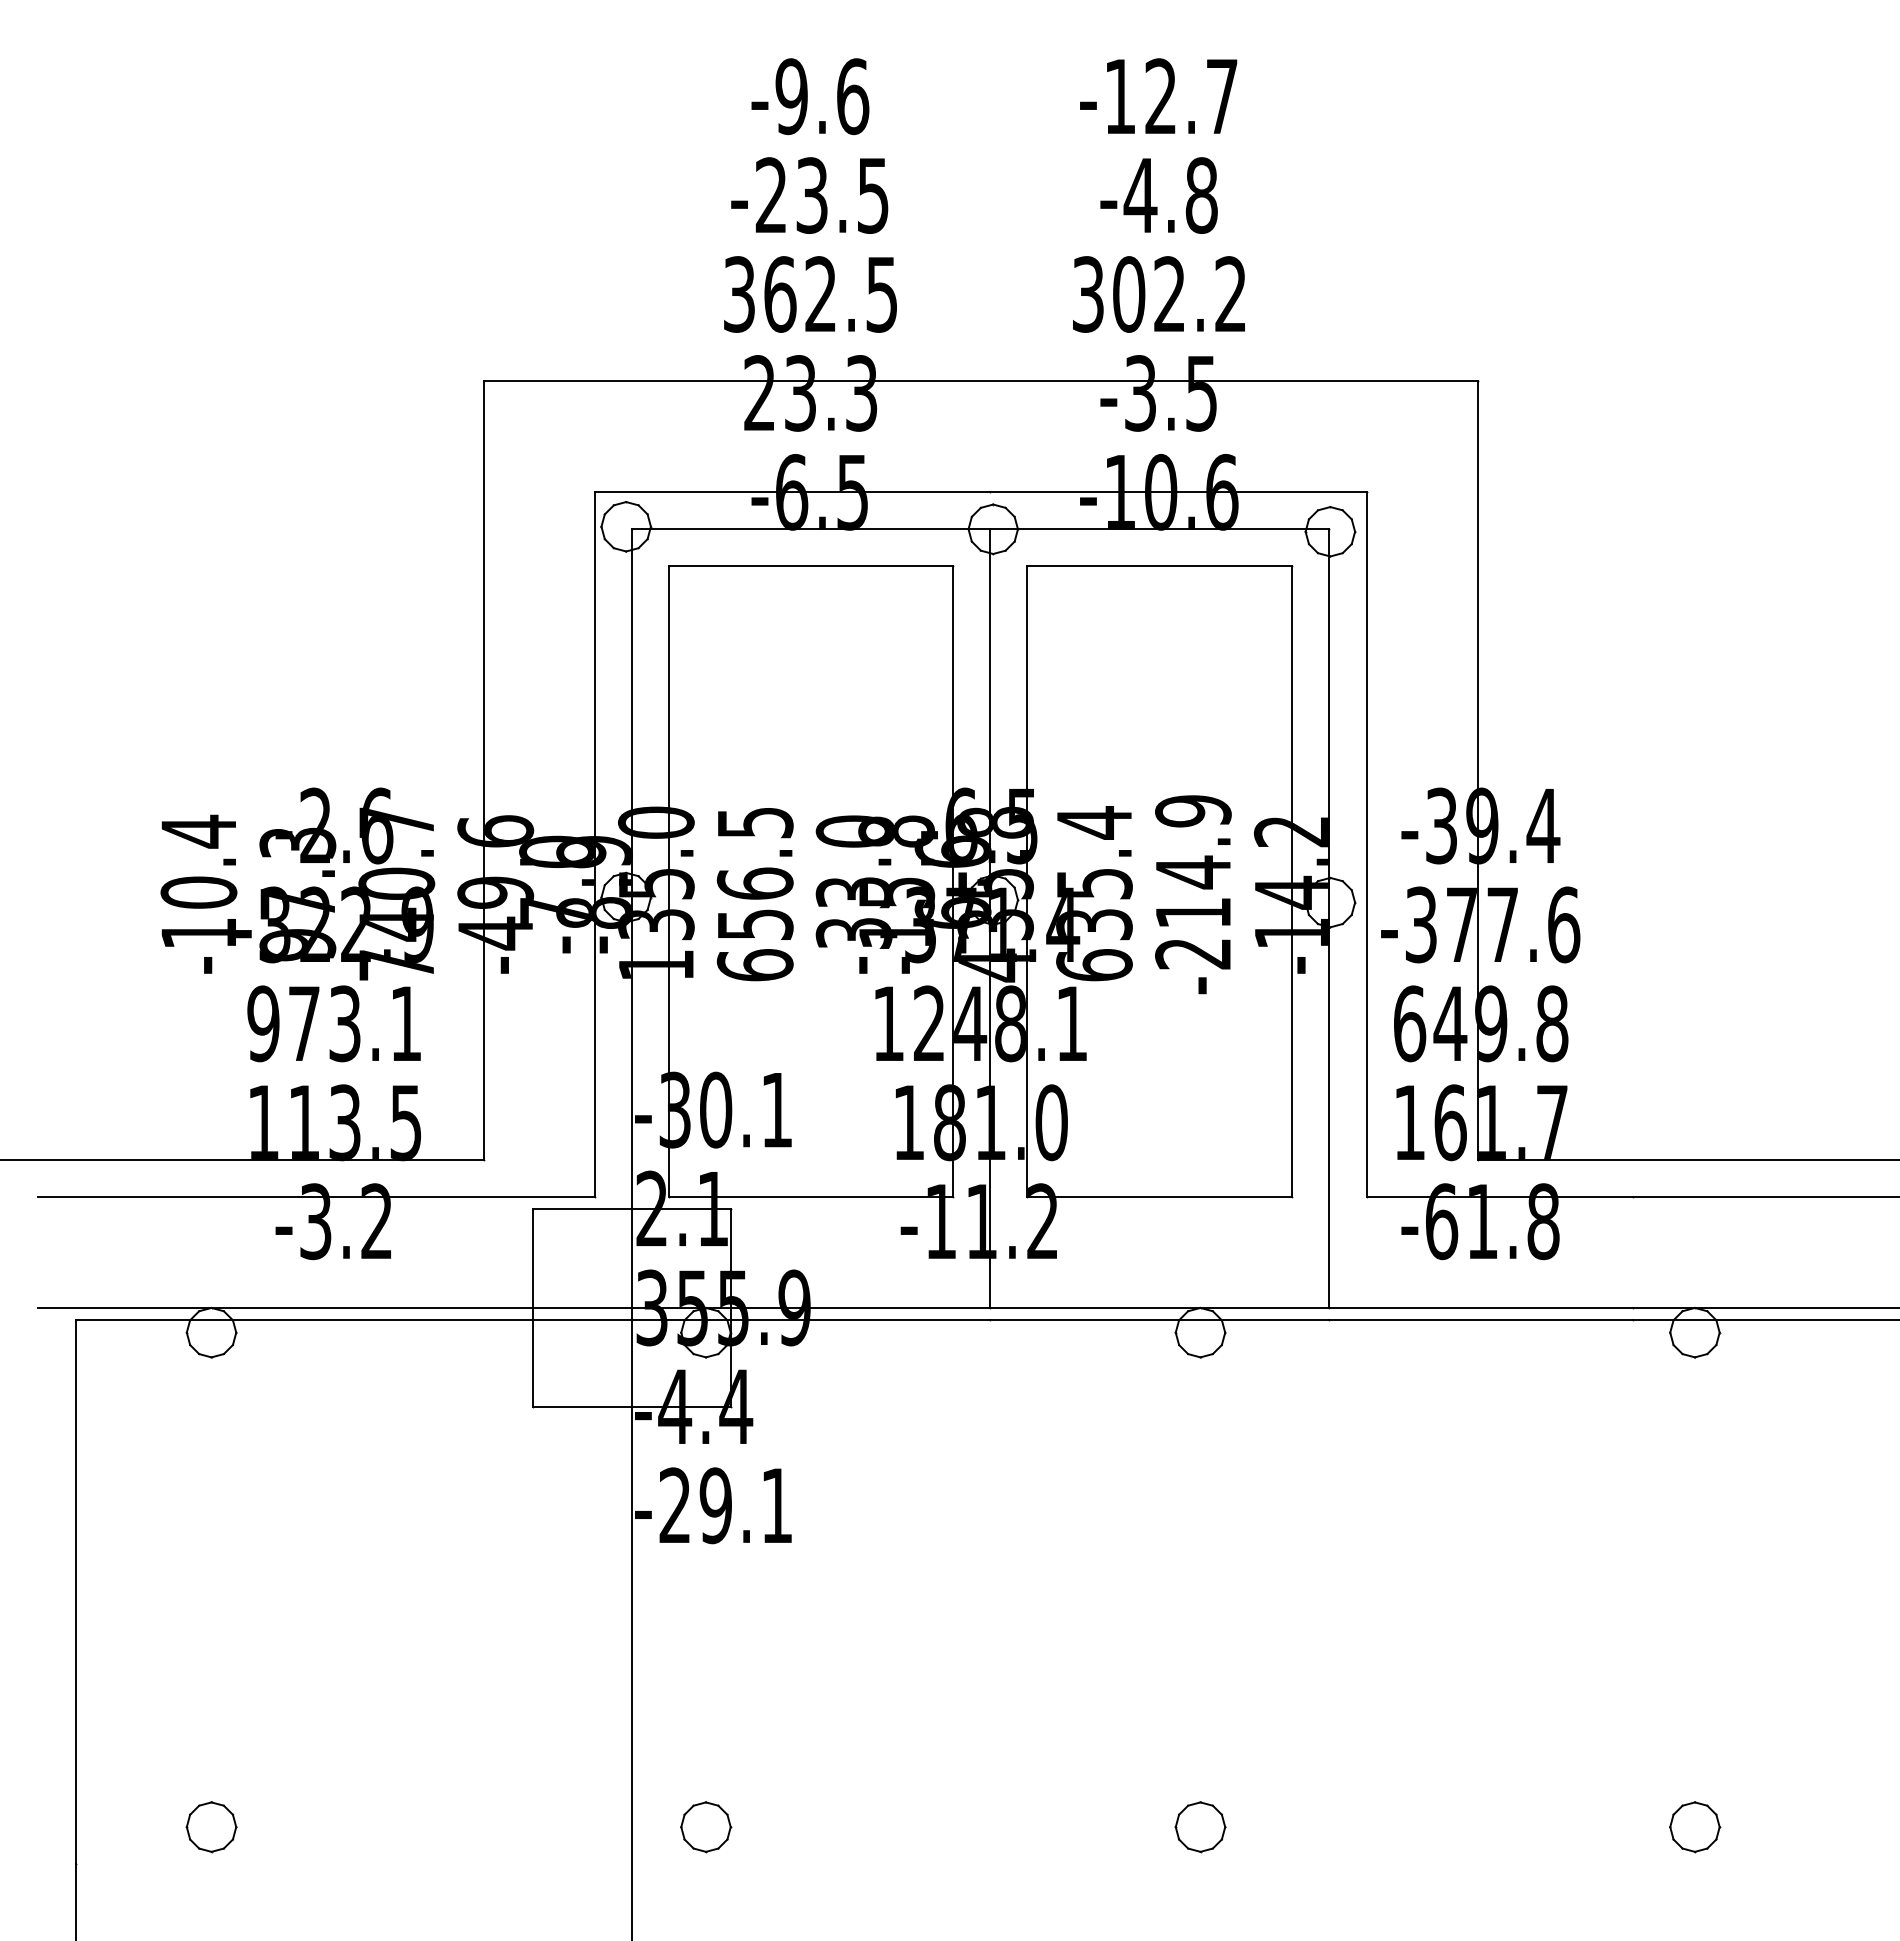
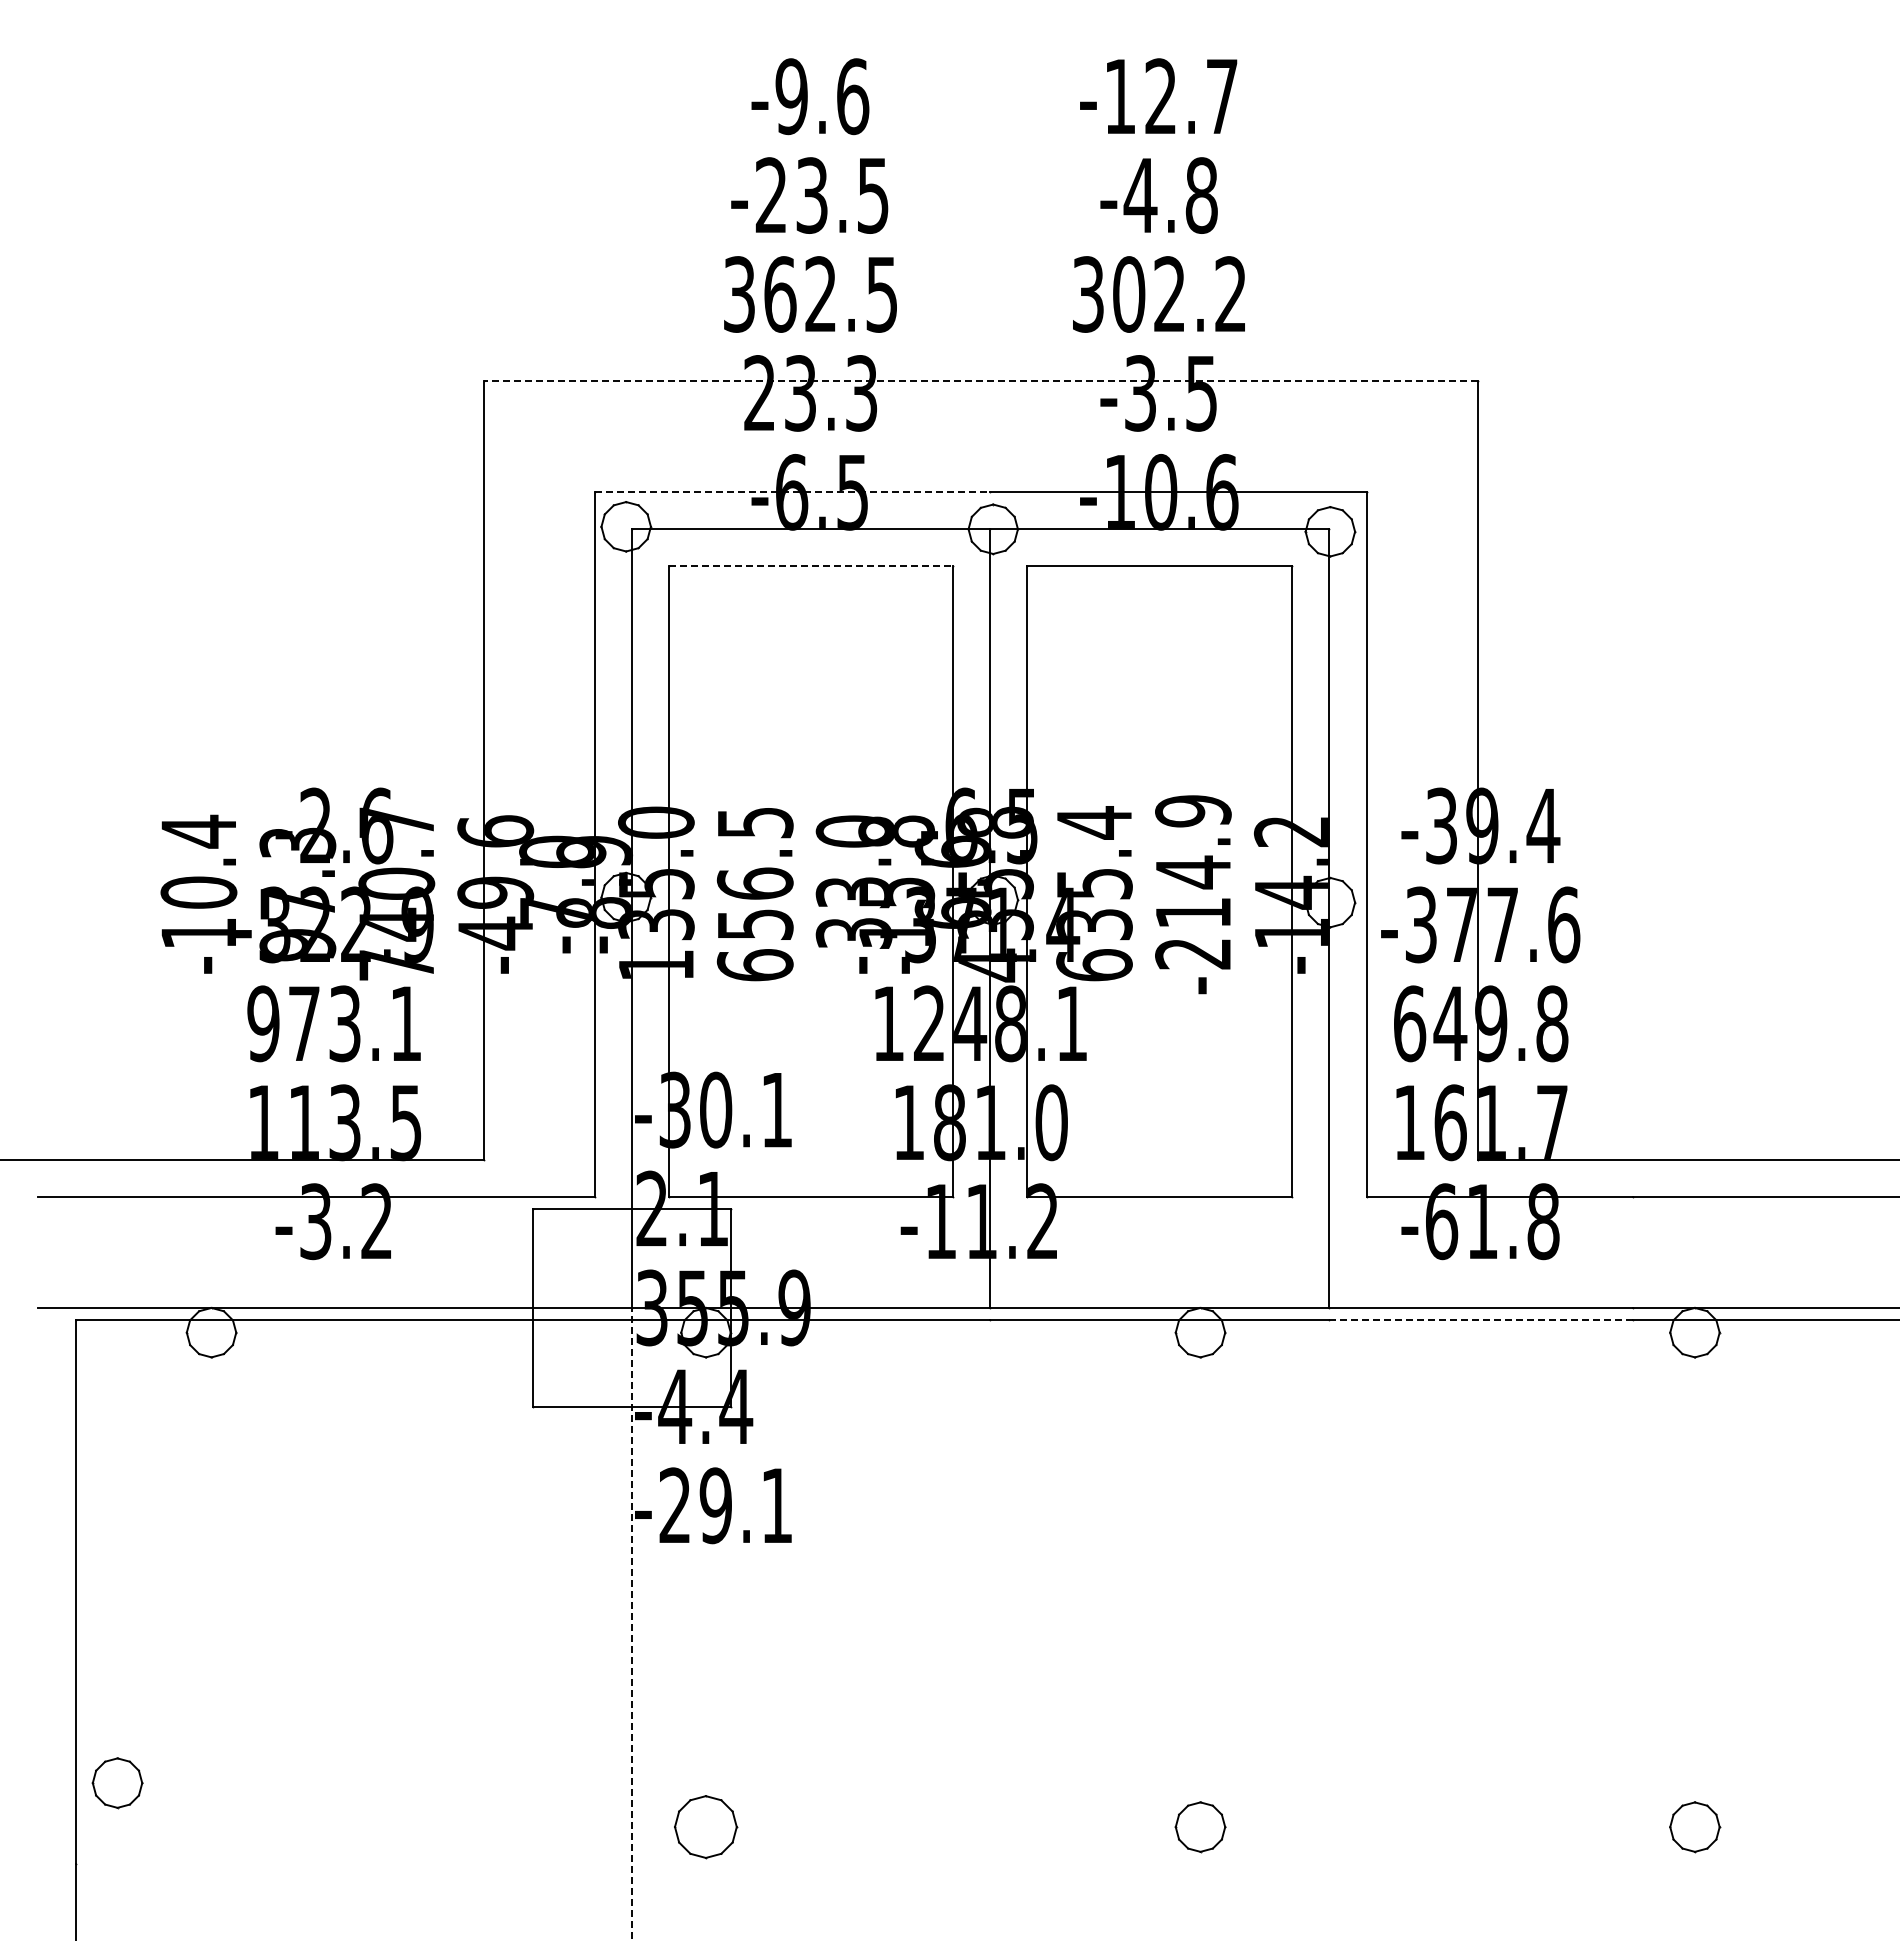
line at (980, 380): solid -> dashed
line at (792, 492): solid -> dashed
line at (811, 566): solid -> dashed
line at (1481, 1320): solid -> dashed
line at (631, 1623): solid -> dashed
part at (211, 1827) position: (211, 1827) -> (117, 1783)
part at (706, 1827) size: 53x53 px -> 65x65 px
